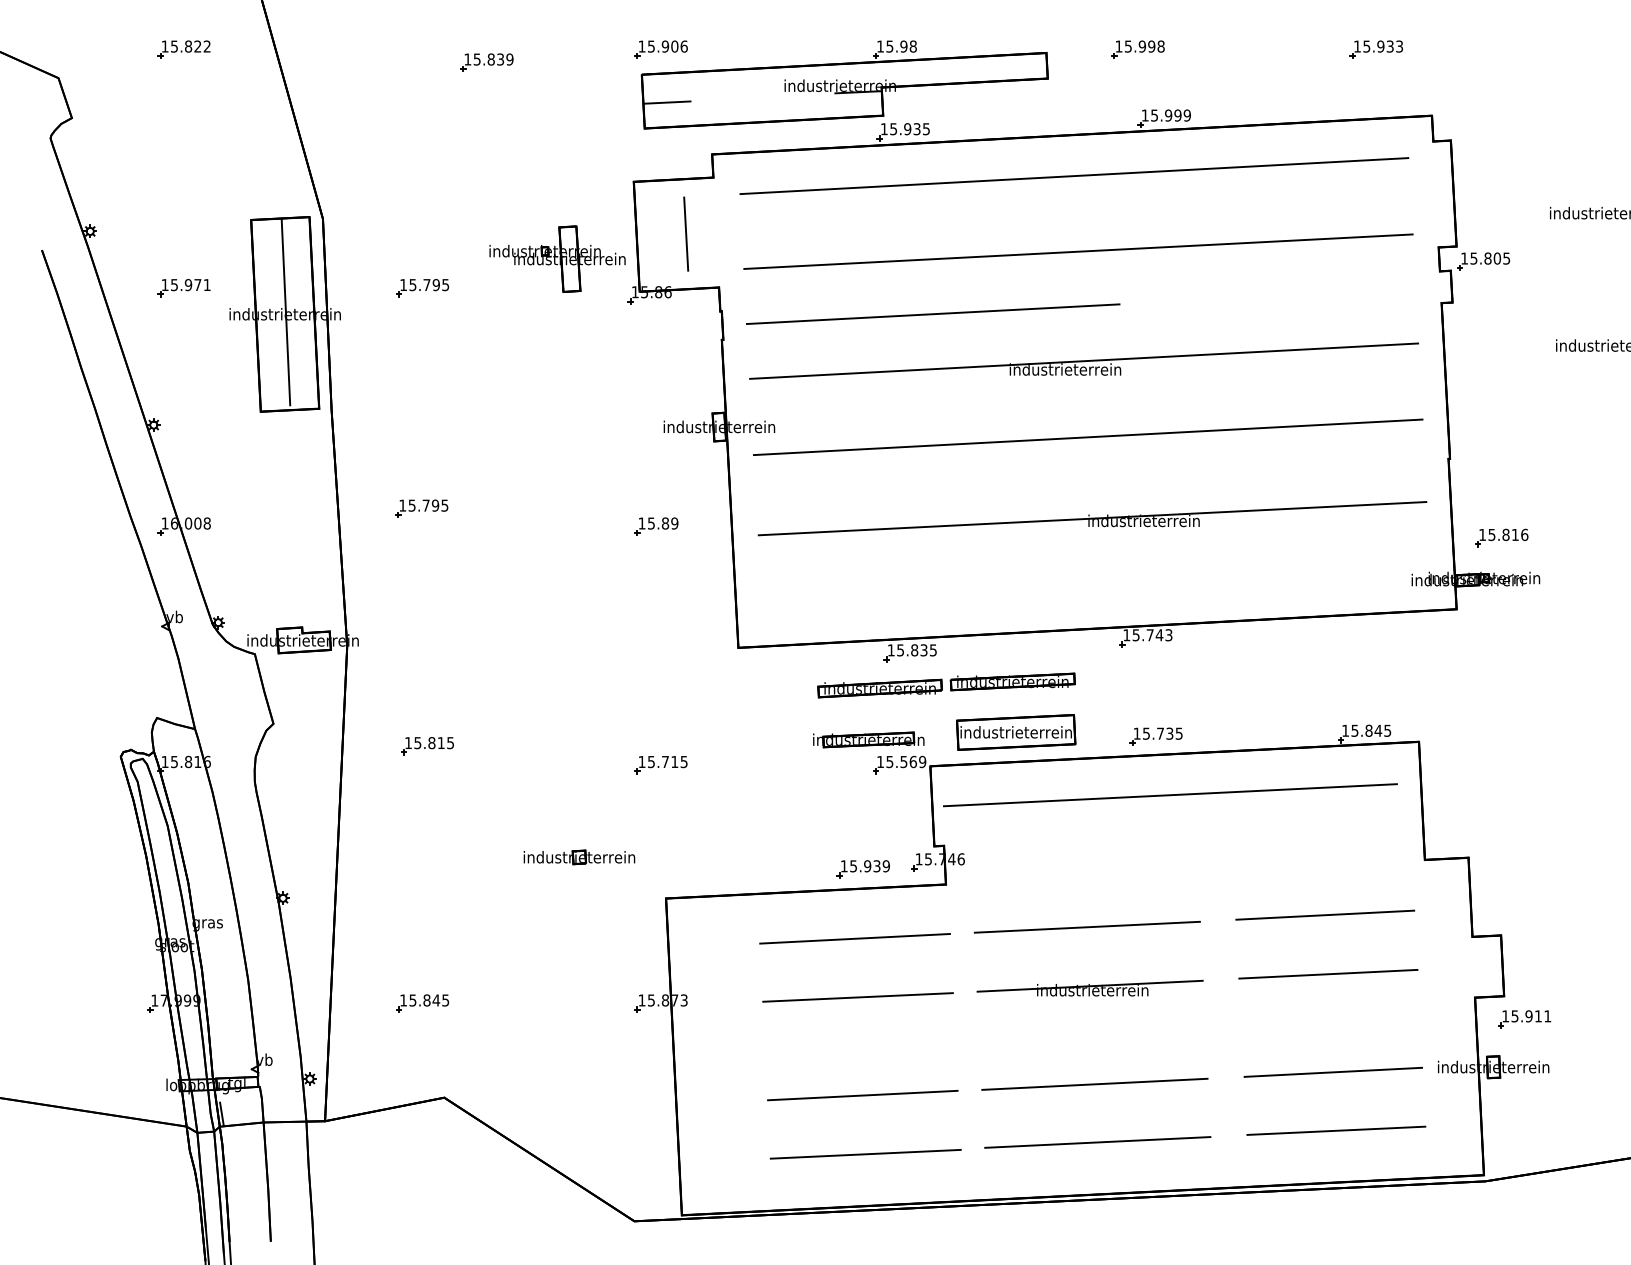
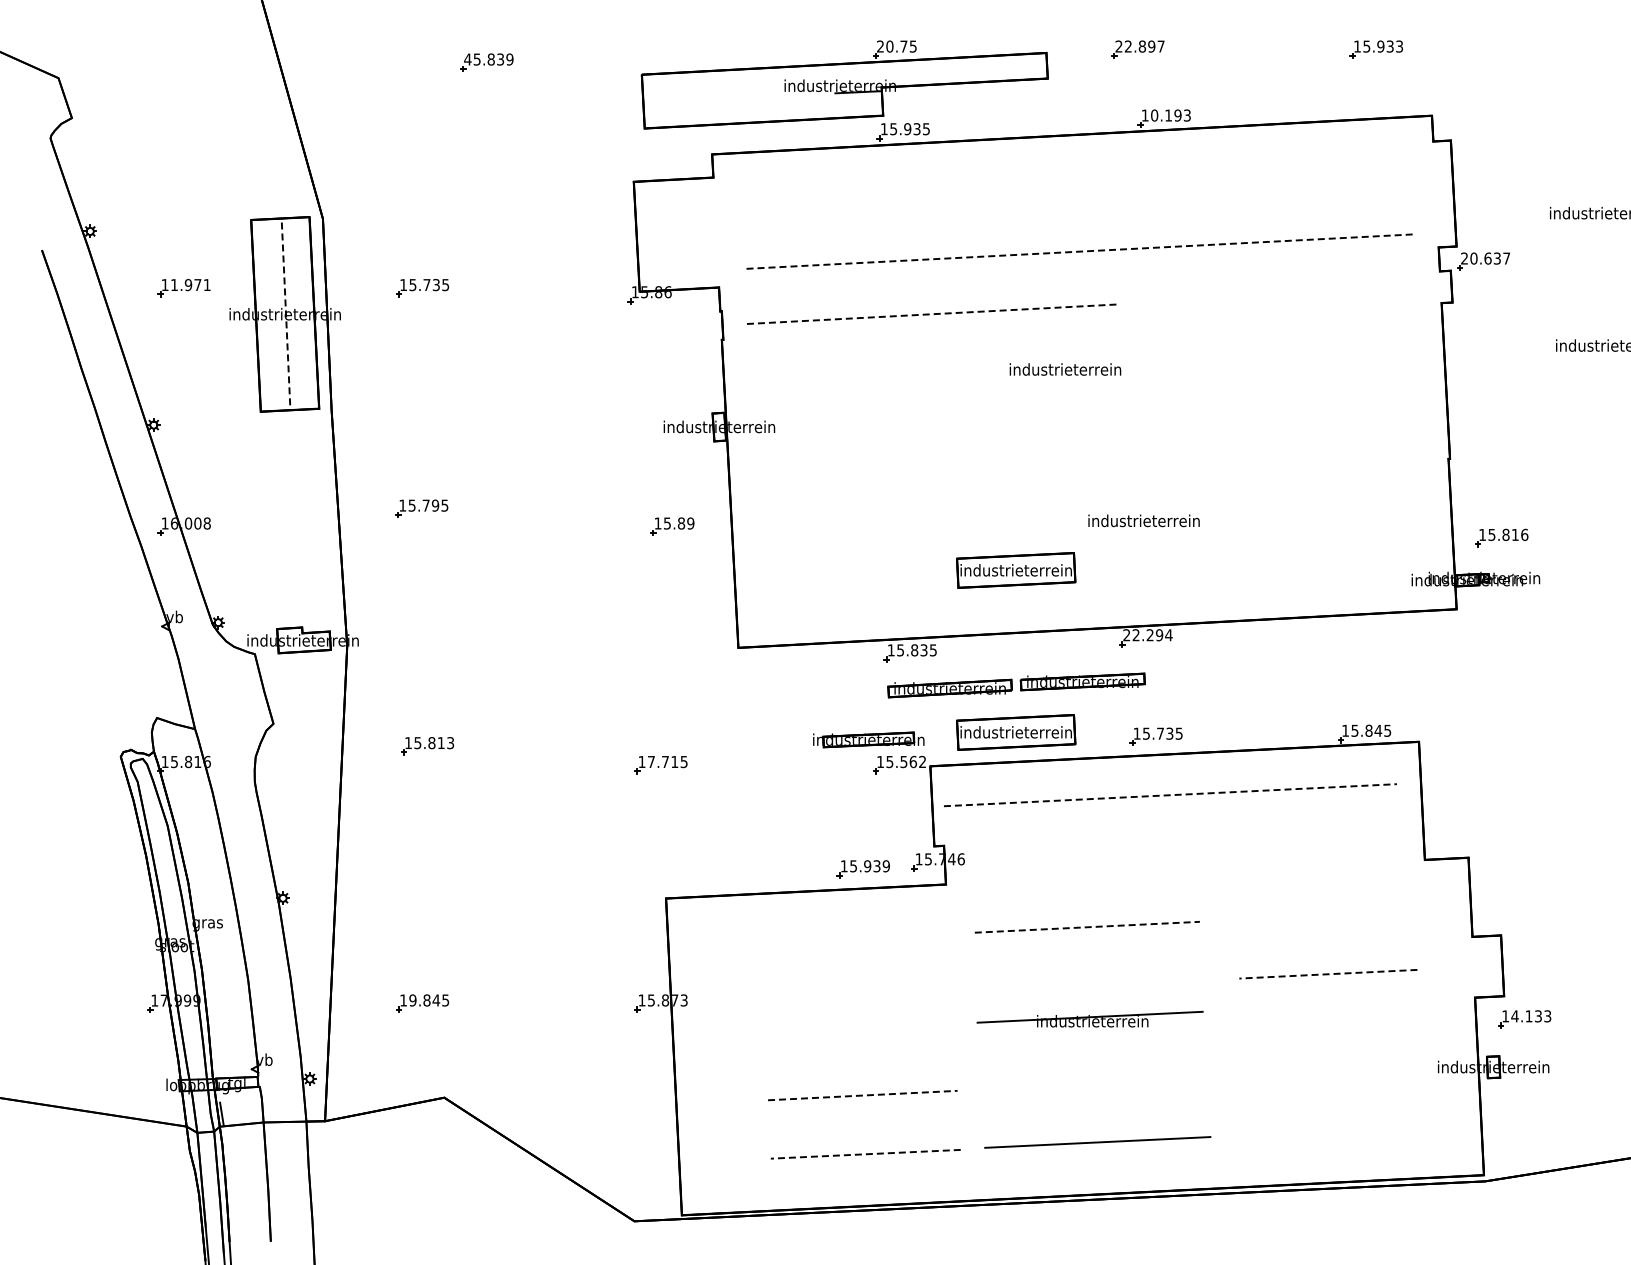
text at (896, 46): 15.98 -> 20.75
text at (1139, 46): 15.998 -> 22.897
part at (183, 49): present -> none
part at (660, 49): present -> none
text at (467, 59): 15.839 -> 45.839
line at (667, 102): present -> none
text at (1170, 115): 15.999 -> 10.193
line at (1074, 176): present -> none
line at (686, 233): present -> none
line at (1078, 251): solid -> dashed
part at (557, 258): present -> none
text at (1485, 258): 15.805 -> 20.637
text at (435, 284): 15.795 -> 15.735
text at (174, 285): 15.971 -> 11.971
line at (285, 312): solid -> dashed
line at (933, 314): solid -> dashed
line at (1084, 360): present -> none
line at (1087, 437): present -> none
line at (1092, 518): present -> none
part at (656, 526) position: (656, 526) -> (672, 526)
part at (1016, 570): none -> present
text at (1147, 635): 15.743 -> 22.294
part at (946, 685) position: (946, 685) -> (1016, 685)
text at (450, 742): 15.815 -> 15.813
text at (651, 762): 15.715 -> 17.715
text at (922, 762): 15.569 -> 15.562
line at (1170, 795): solid -> dashed
part at (579, 857): present -> none
line at (1325, 914): present -> none
line at (1087, 927): solid -> dashed
line at (854, 938): present -> none
line at (1327, 974): solid -> dashed
part at (1089, 987) position: (1089, 987) -> (1089, 1018)
line at (857, 997): present -> none
text at (412, 1000): 15.845 -> 19.845
text at (1531, 1016): 15.911 -> 14.133
line at (1333, 1071): present -> none
line at (1094, 1083): present -> none
line at (862, 1095): solid -> dashed
line at (1336, 1130): present -> none
line at (865, 1154): solid -> dashed
